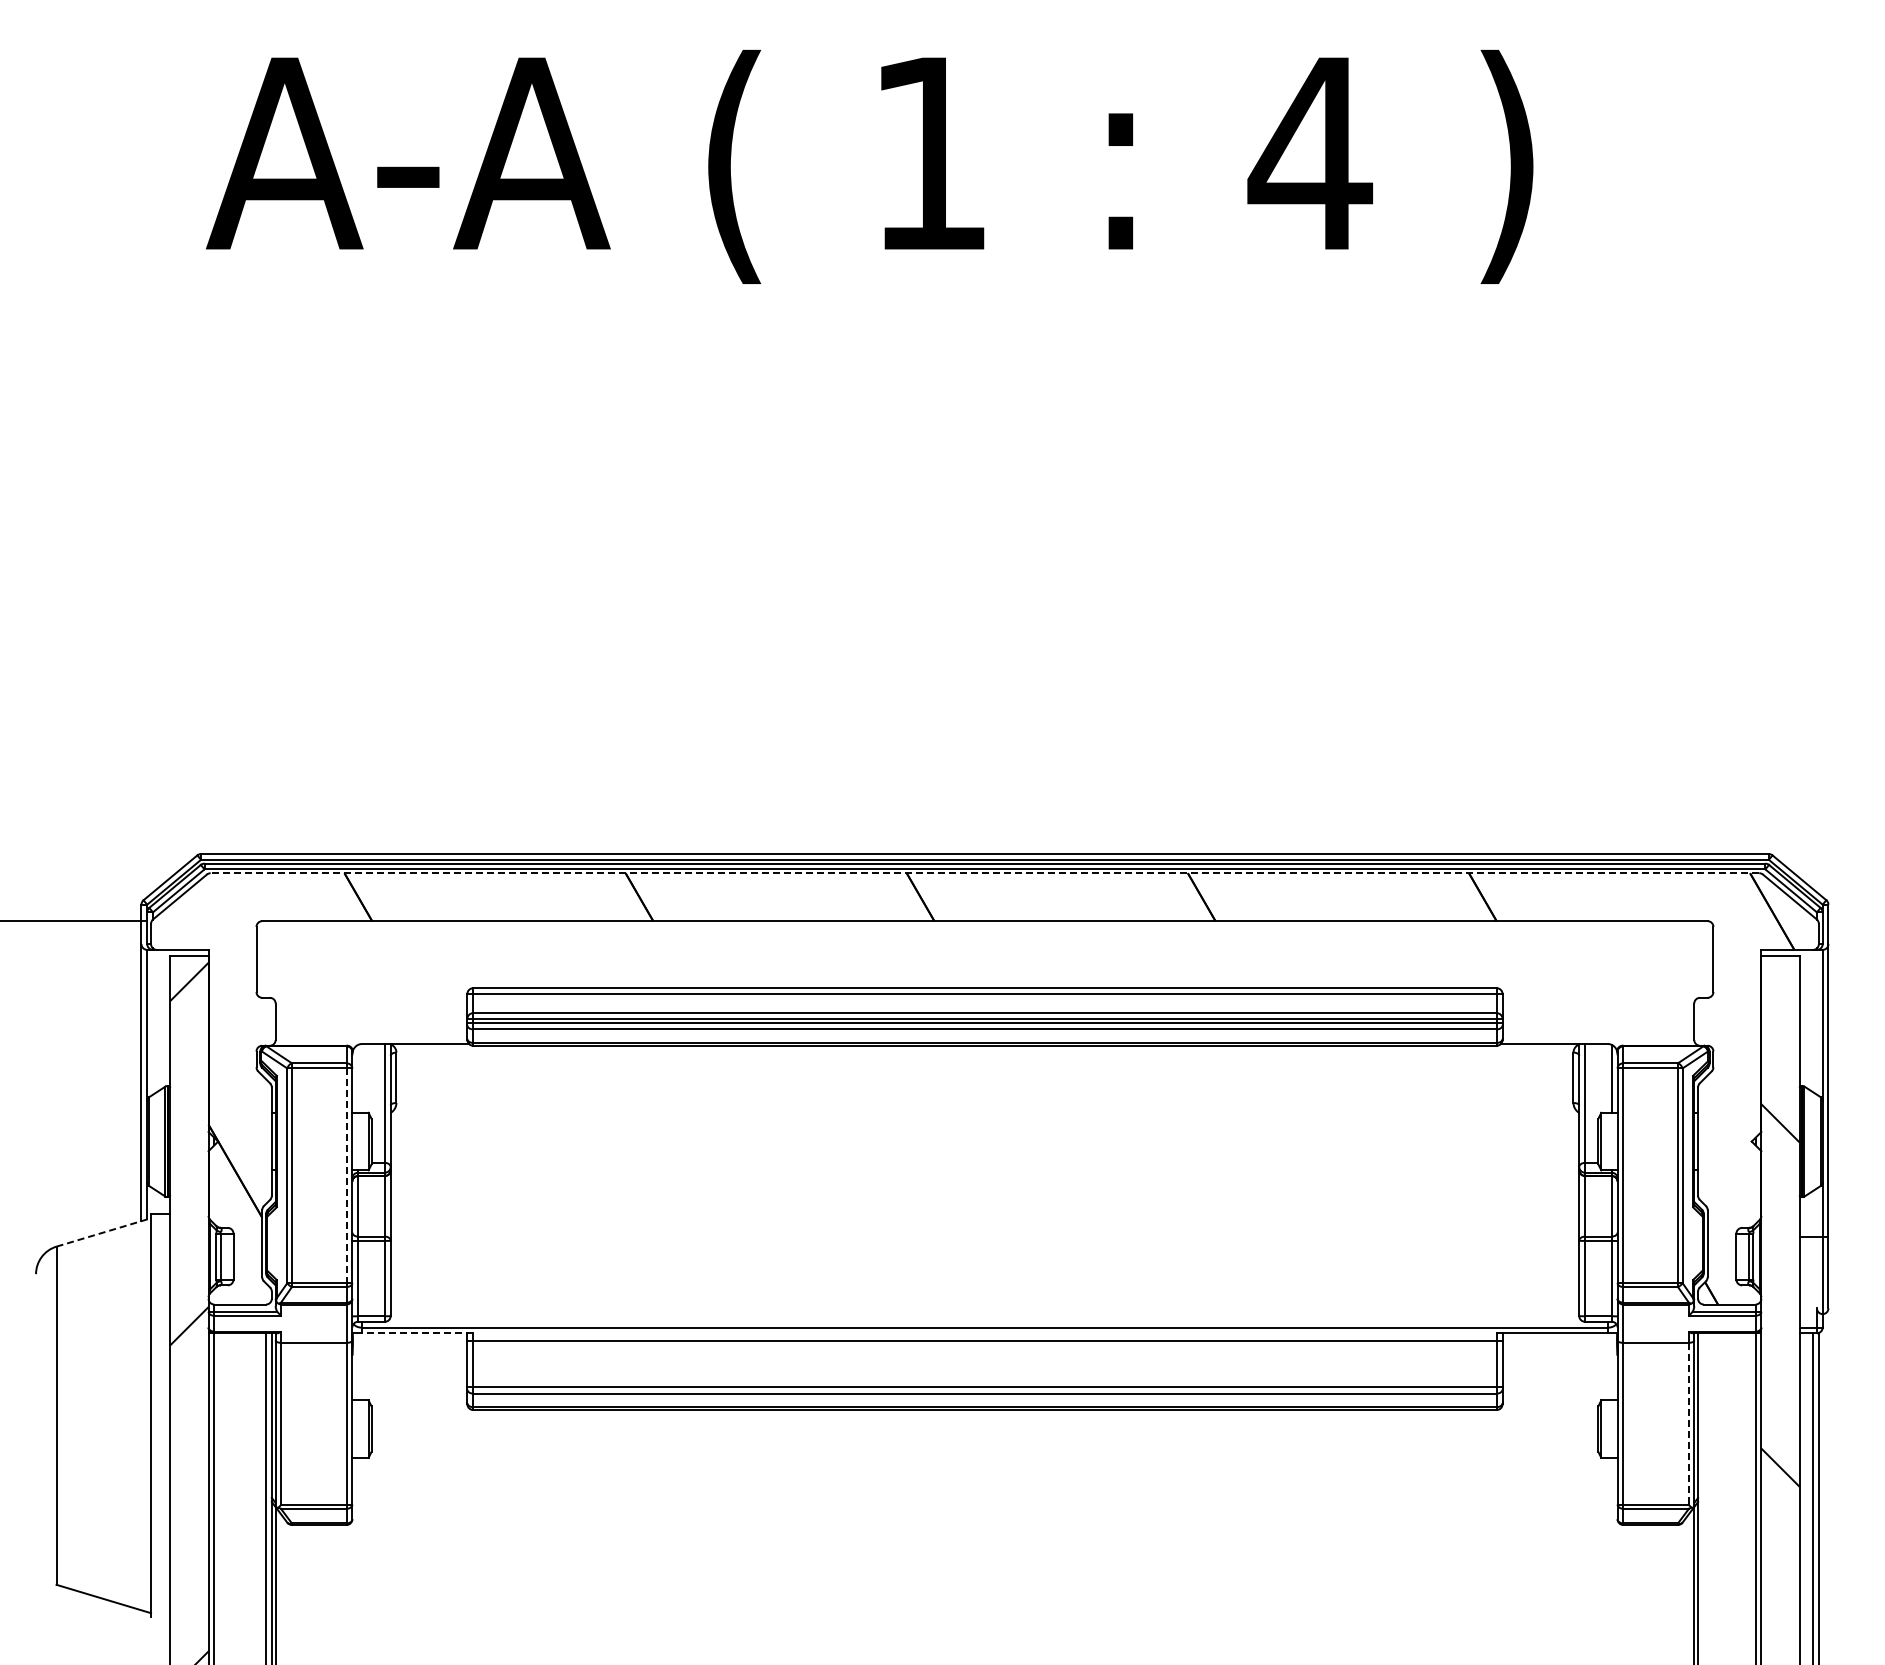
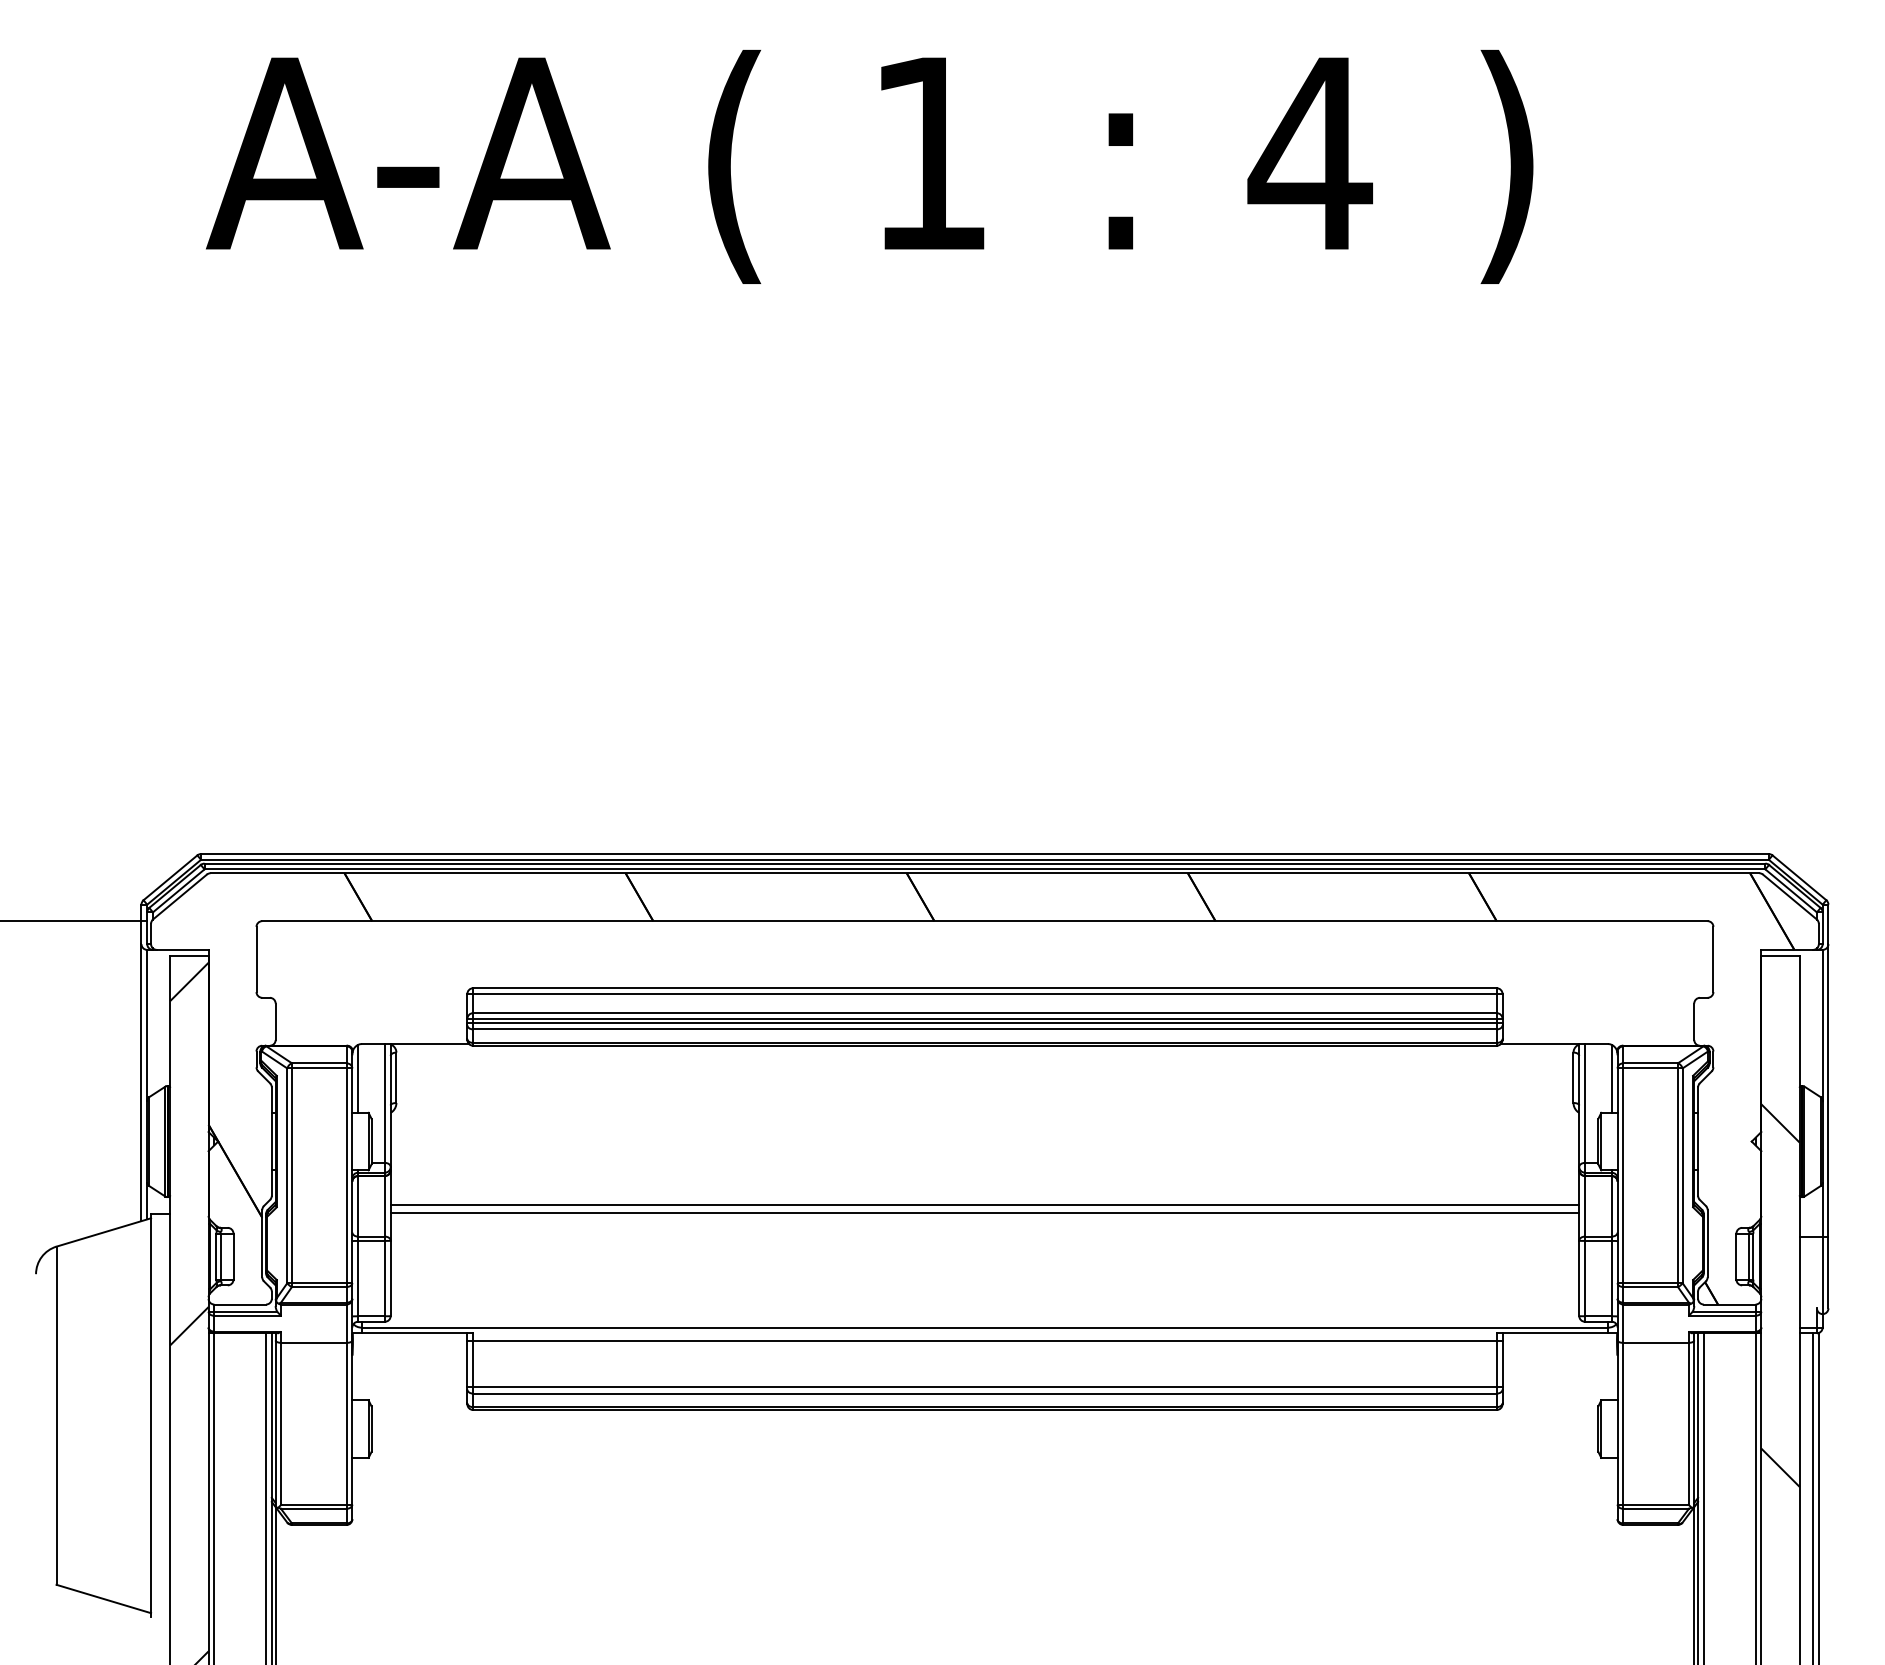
line at (984, 873): dashed -> solid
line at (358, 1078): none -> present
line at (346, 1176): dashed -> solid
line at (984, 1205): none -> present
line at (984, 1213): none -> present
line at (104, 1232): dashed -> solid
line at (417, 1333): dashed -> solid
line at (1688, 1423): dashed -> solid
line at (1703, 1497): none -> present
